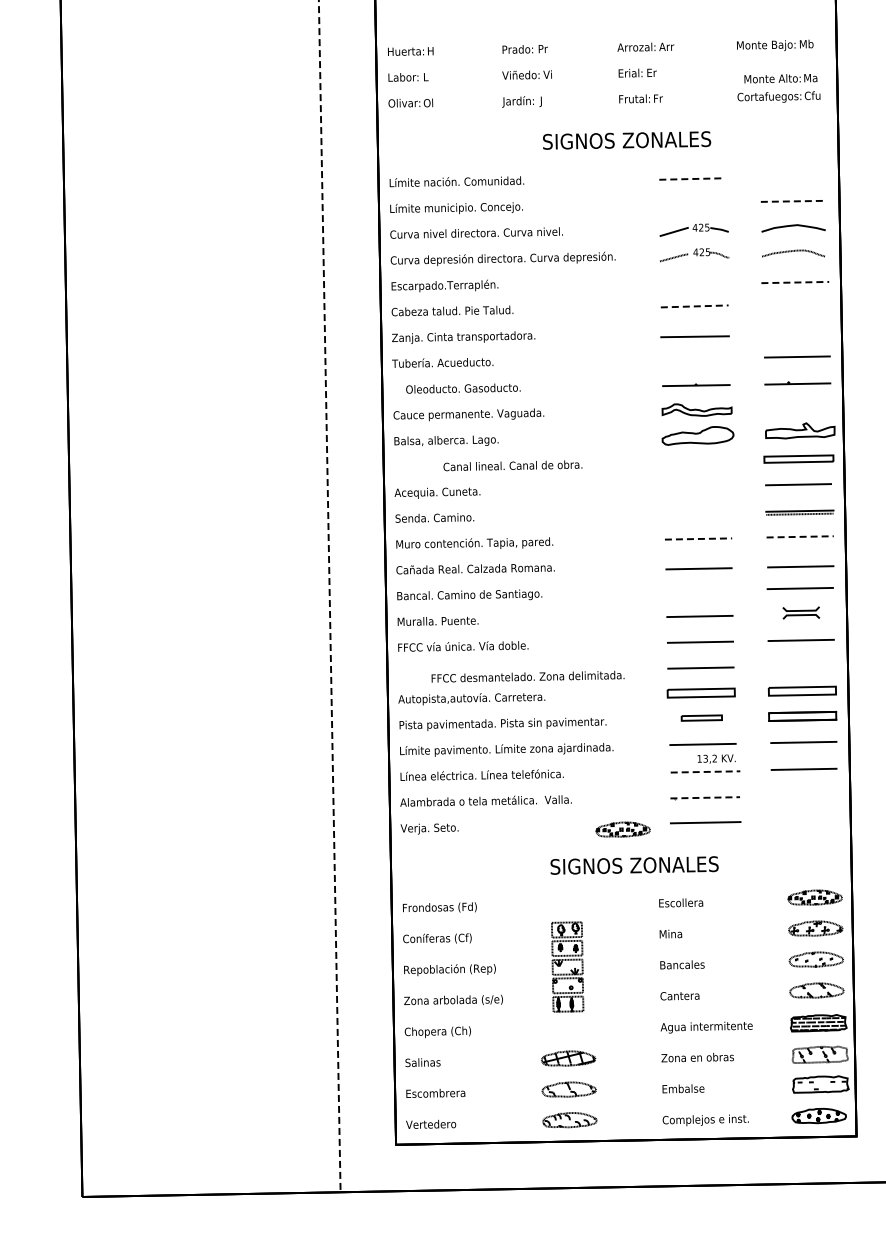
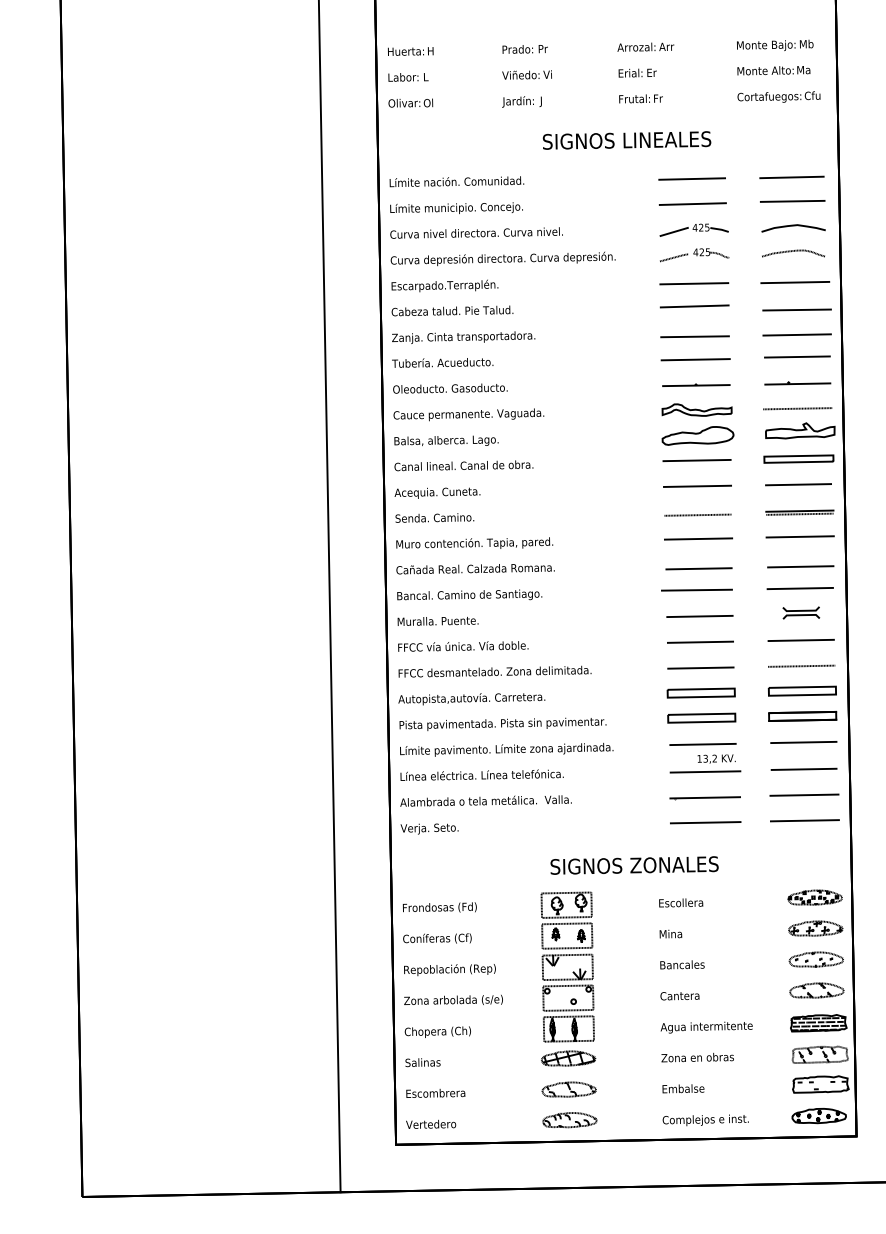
text at (780, 78) position: (780, 78) -> (773, 70)
text at (626, 140): SIGNOS ZONALES -> SIGNOS LINEALES
line at (791, 177): none -> present
line at (692, 179): dashed -> solid
line at (792, 201): dashed -> solid
line at (692, 203): none -> present
line at (795, 282): dashed -> solid
line at (694, 283): none -> present
line at (694, 306): dashed -> solid
line at (796, 309): none -> present
line at (796, 334): none -> present
line at (695, 359): none -> present
text at (463, 388) position: (463, 388) -> (450, 388)
line at (797, 408): none -> present
line at (696, 460): none -> present
text at (512, 465) position: (512, 465) -> (463, 465)
line at (697, 485): none -> present
line at (697, 514): none -> present
line at (800, 536): dashed -> solid
line at (698, 539): dashed -> solid
line at (696, 589): none -> present
line at (329, 596): dashed -> solid
line at (801, 665): none -> present
text at (527, 676) position: (527, 676) -> (494, 671)
part at (701, 717) size: 43x8 px -> 70x12 px
line at (705, 771): dashed -> solid
line at (804, 794): none -> present
line at (705, 797): dashed -> solid
line at (804, 820): none -> present
part at (622, 829): present -> none
part at (567, 966) size: 34x92 px -> 55x152 px
